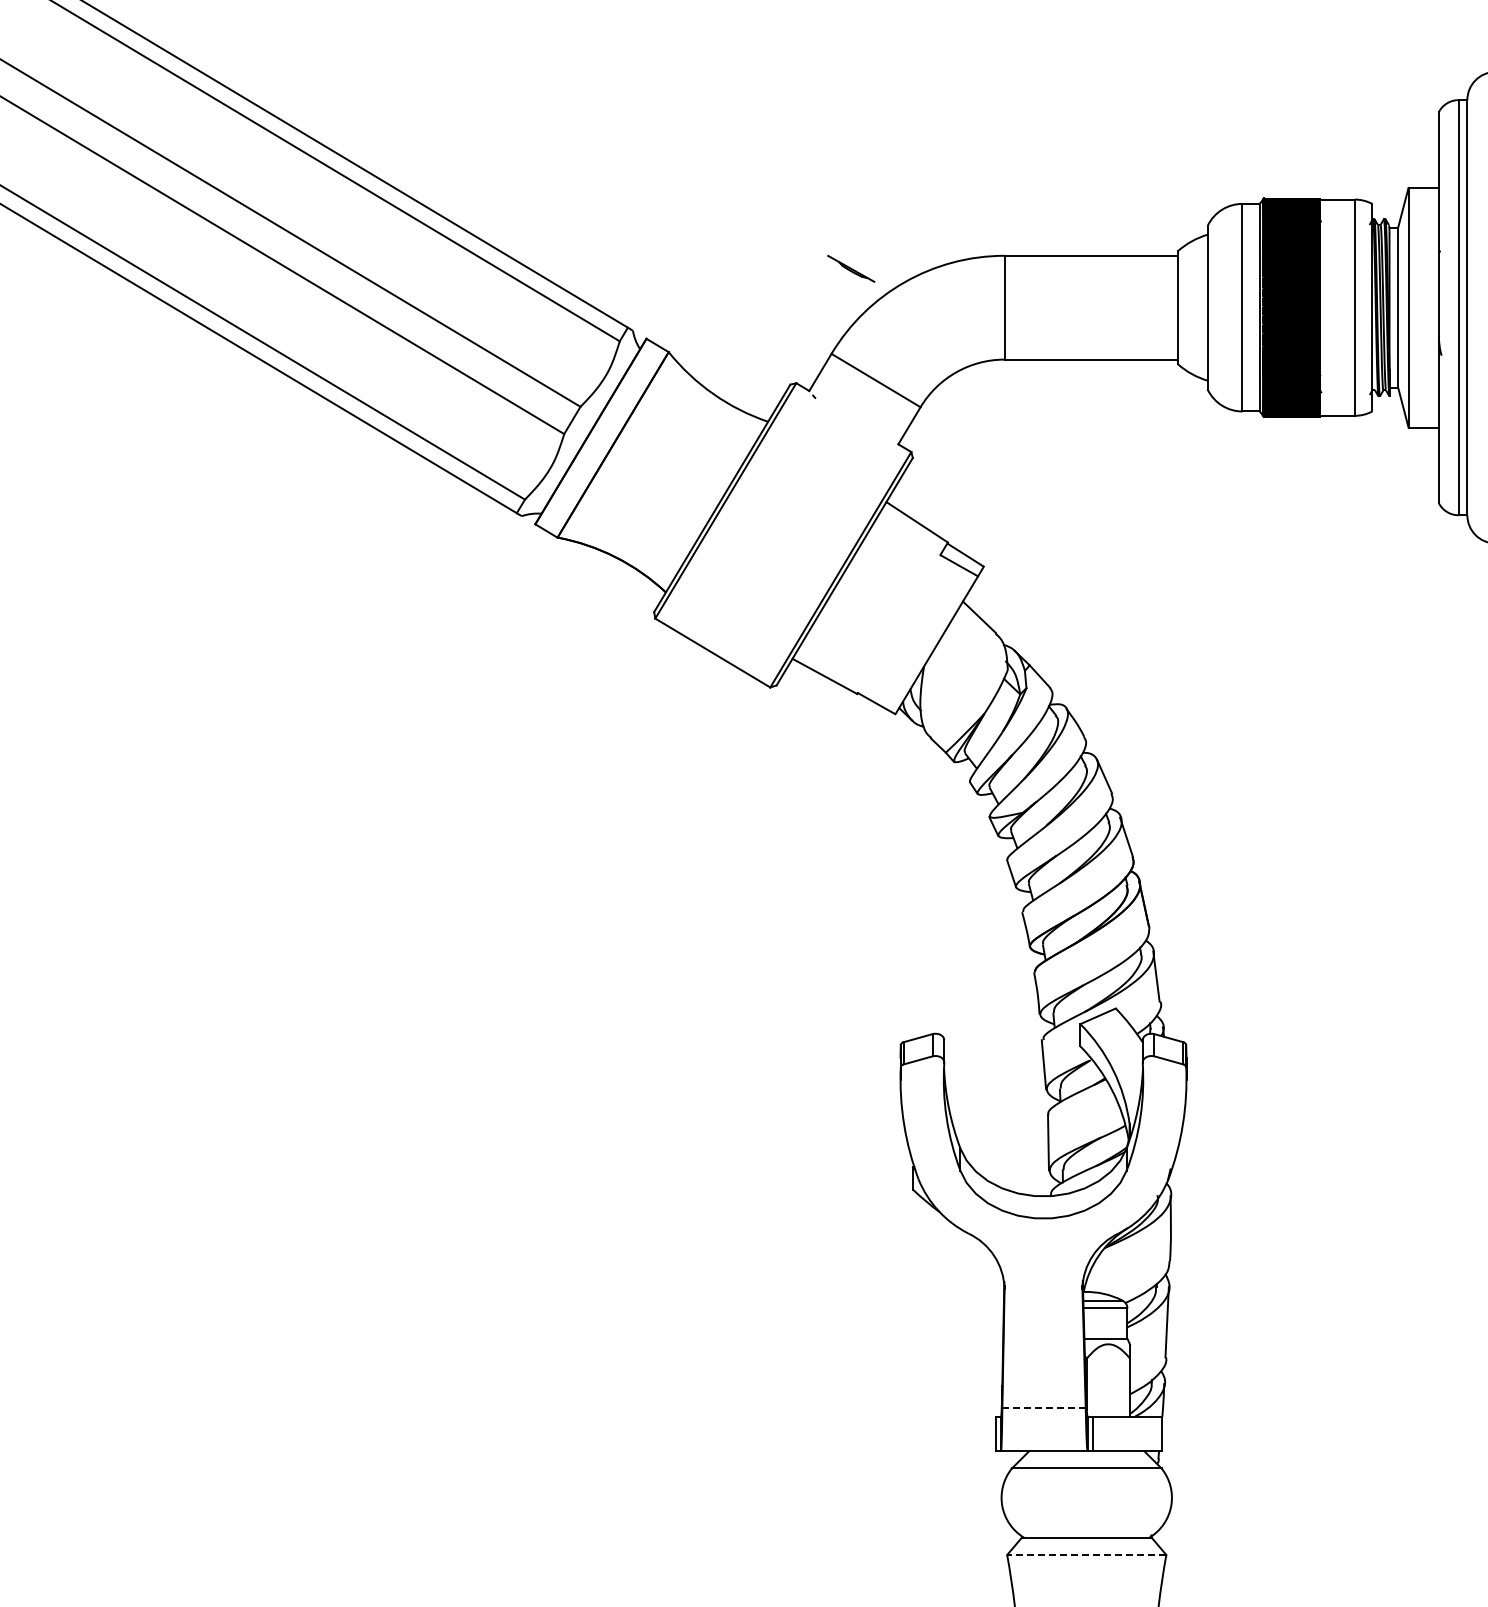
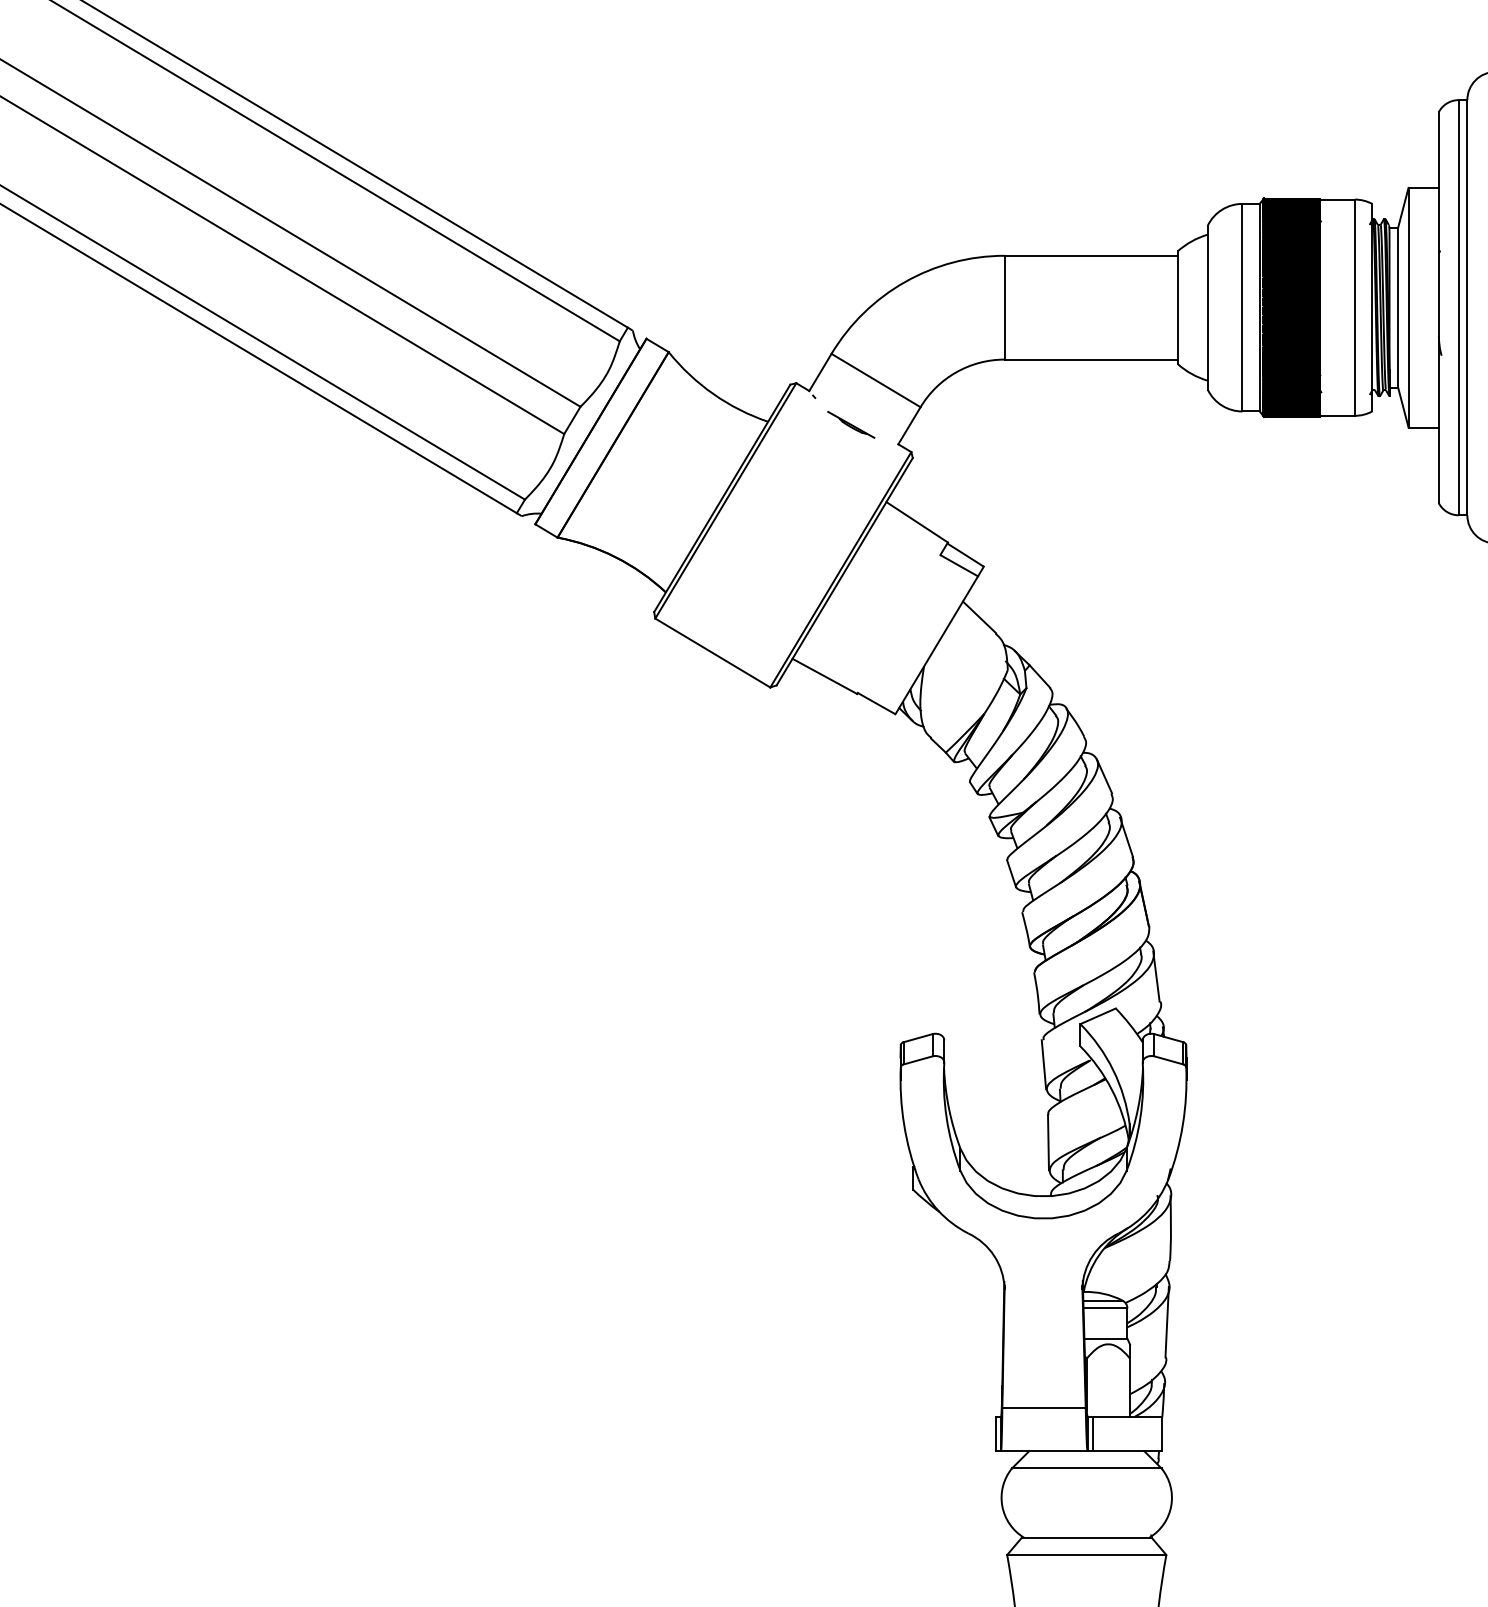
part at (851, 268) position: (851, 268) -> (851, 424)
line at (1044, 1407): dashed -> solid
line at (1086, 1554): dashed -> solid
